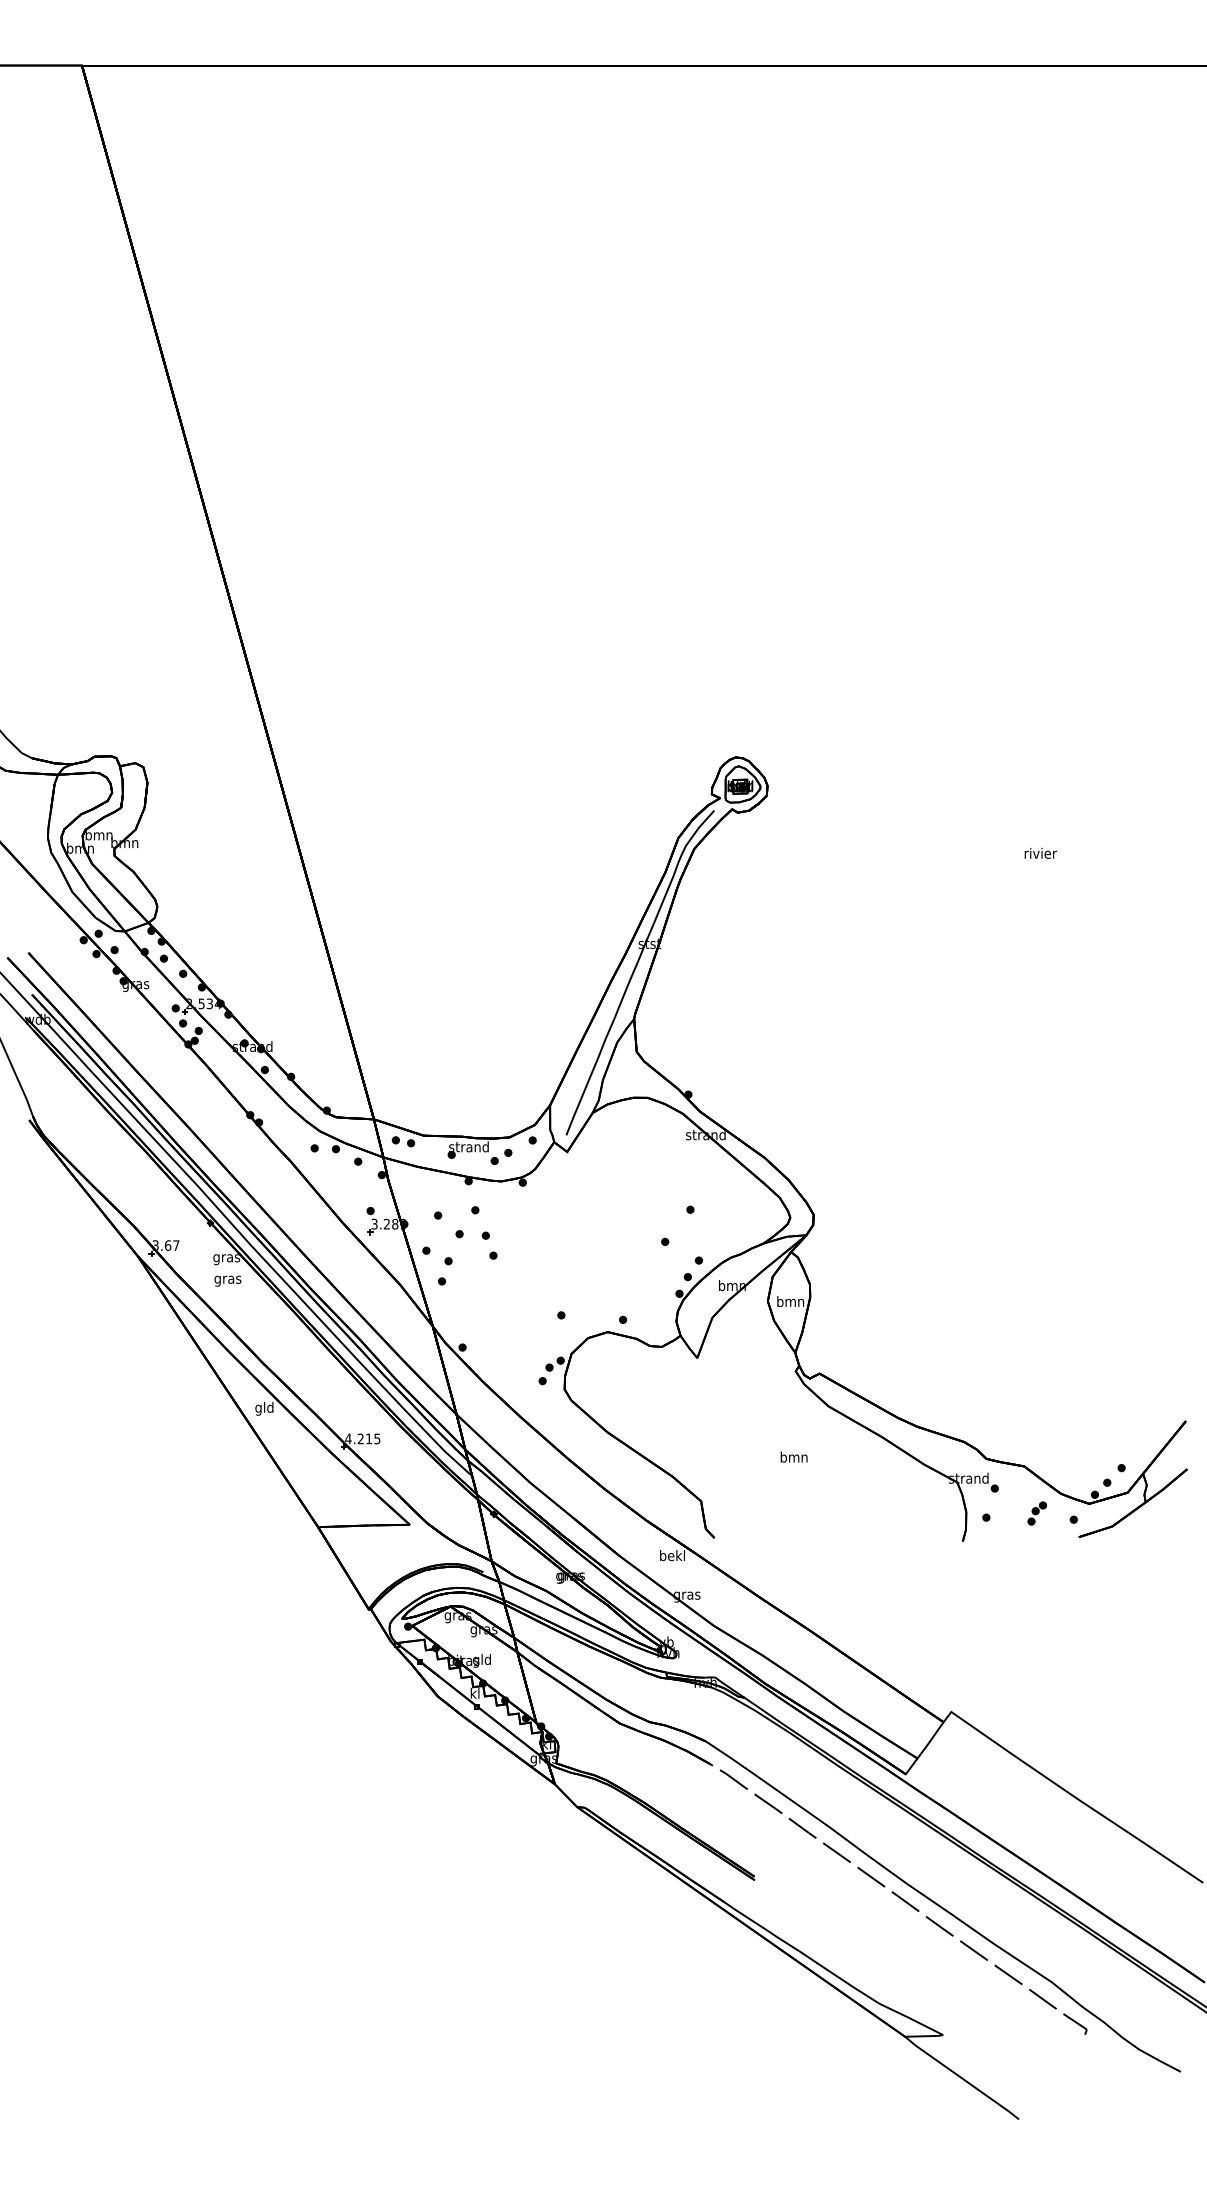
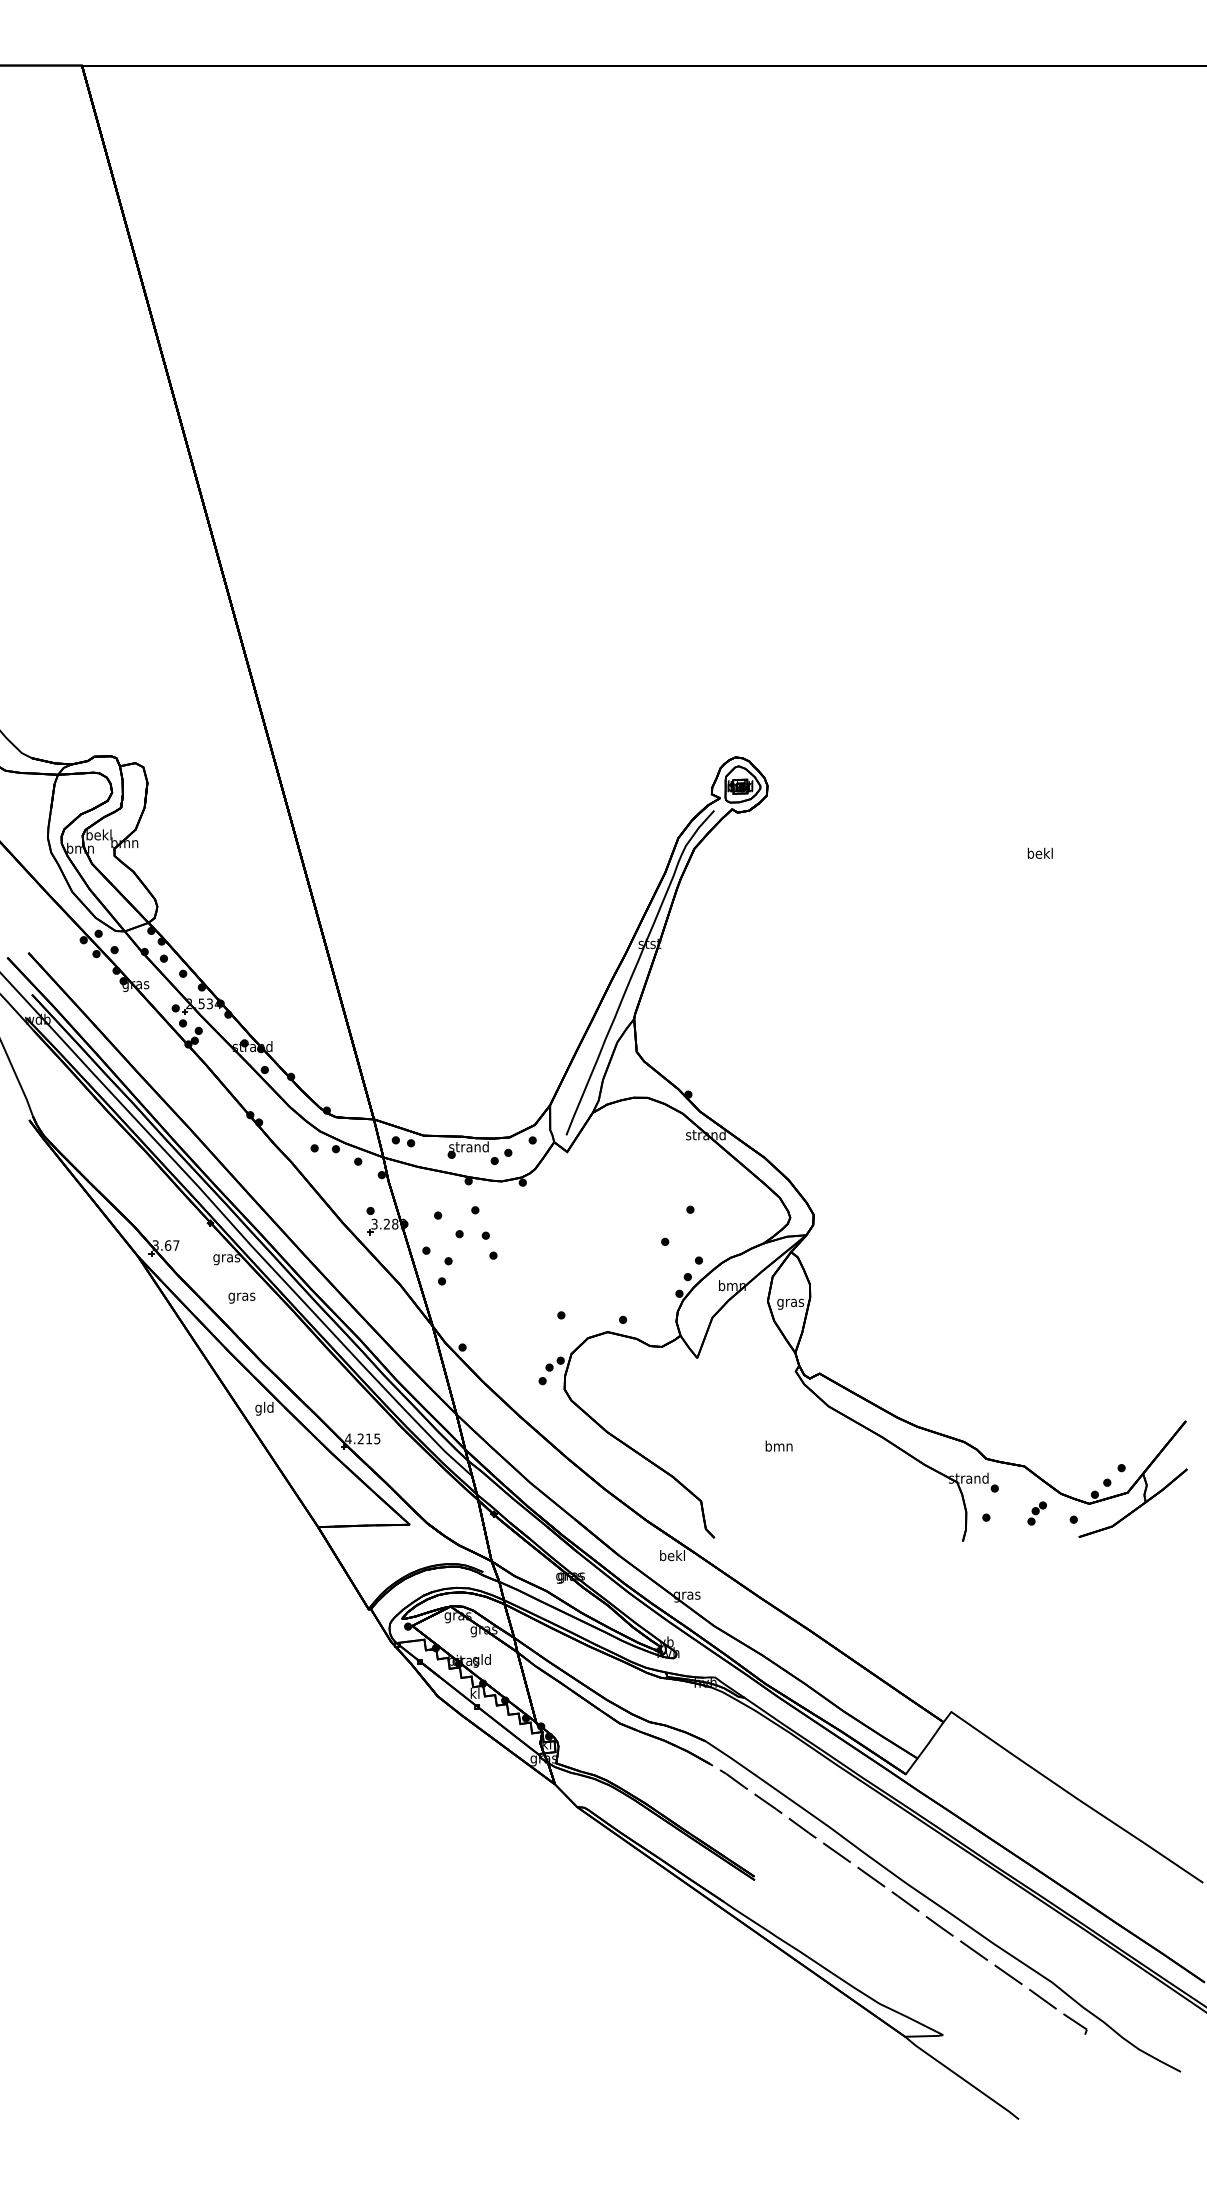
text at (98, 834): bmn -> bekl
text at (1040, 852): rivier -> bekl
text at (227, 1280) position: (227, 1280) -> (241, 1297)
text at (790, 1302): bmn -> gras
text at (793, 1456) position: (793, 1456) -> (778, 1445)
